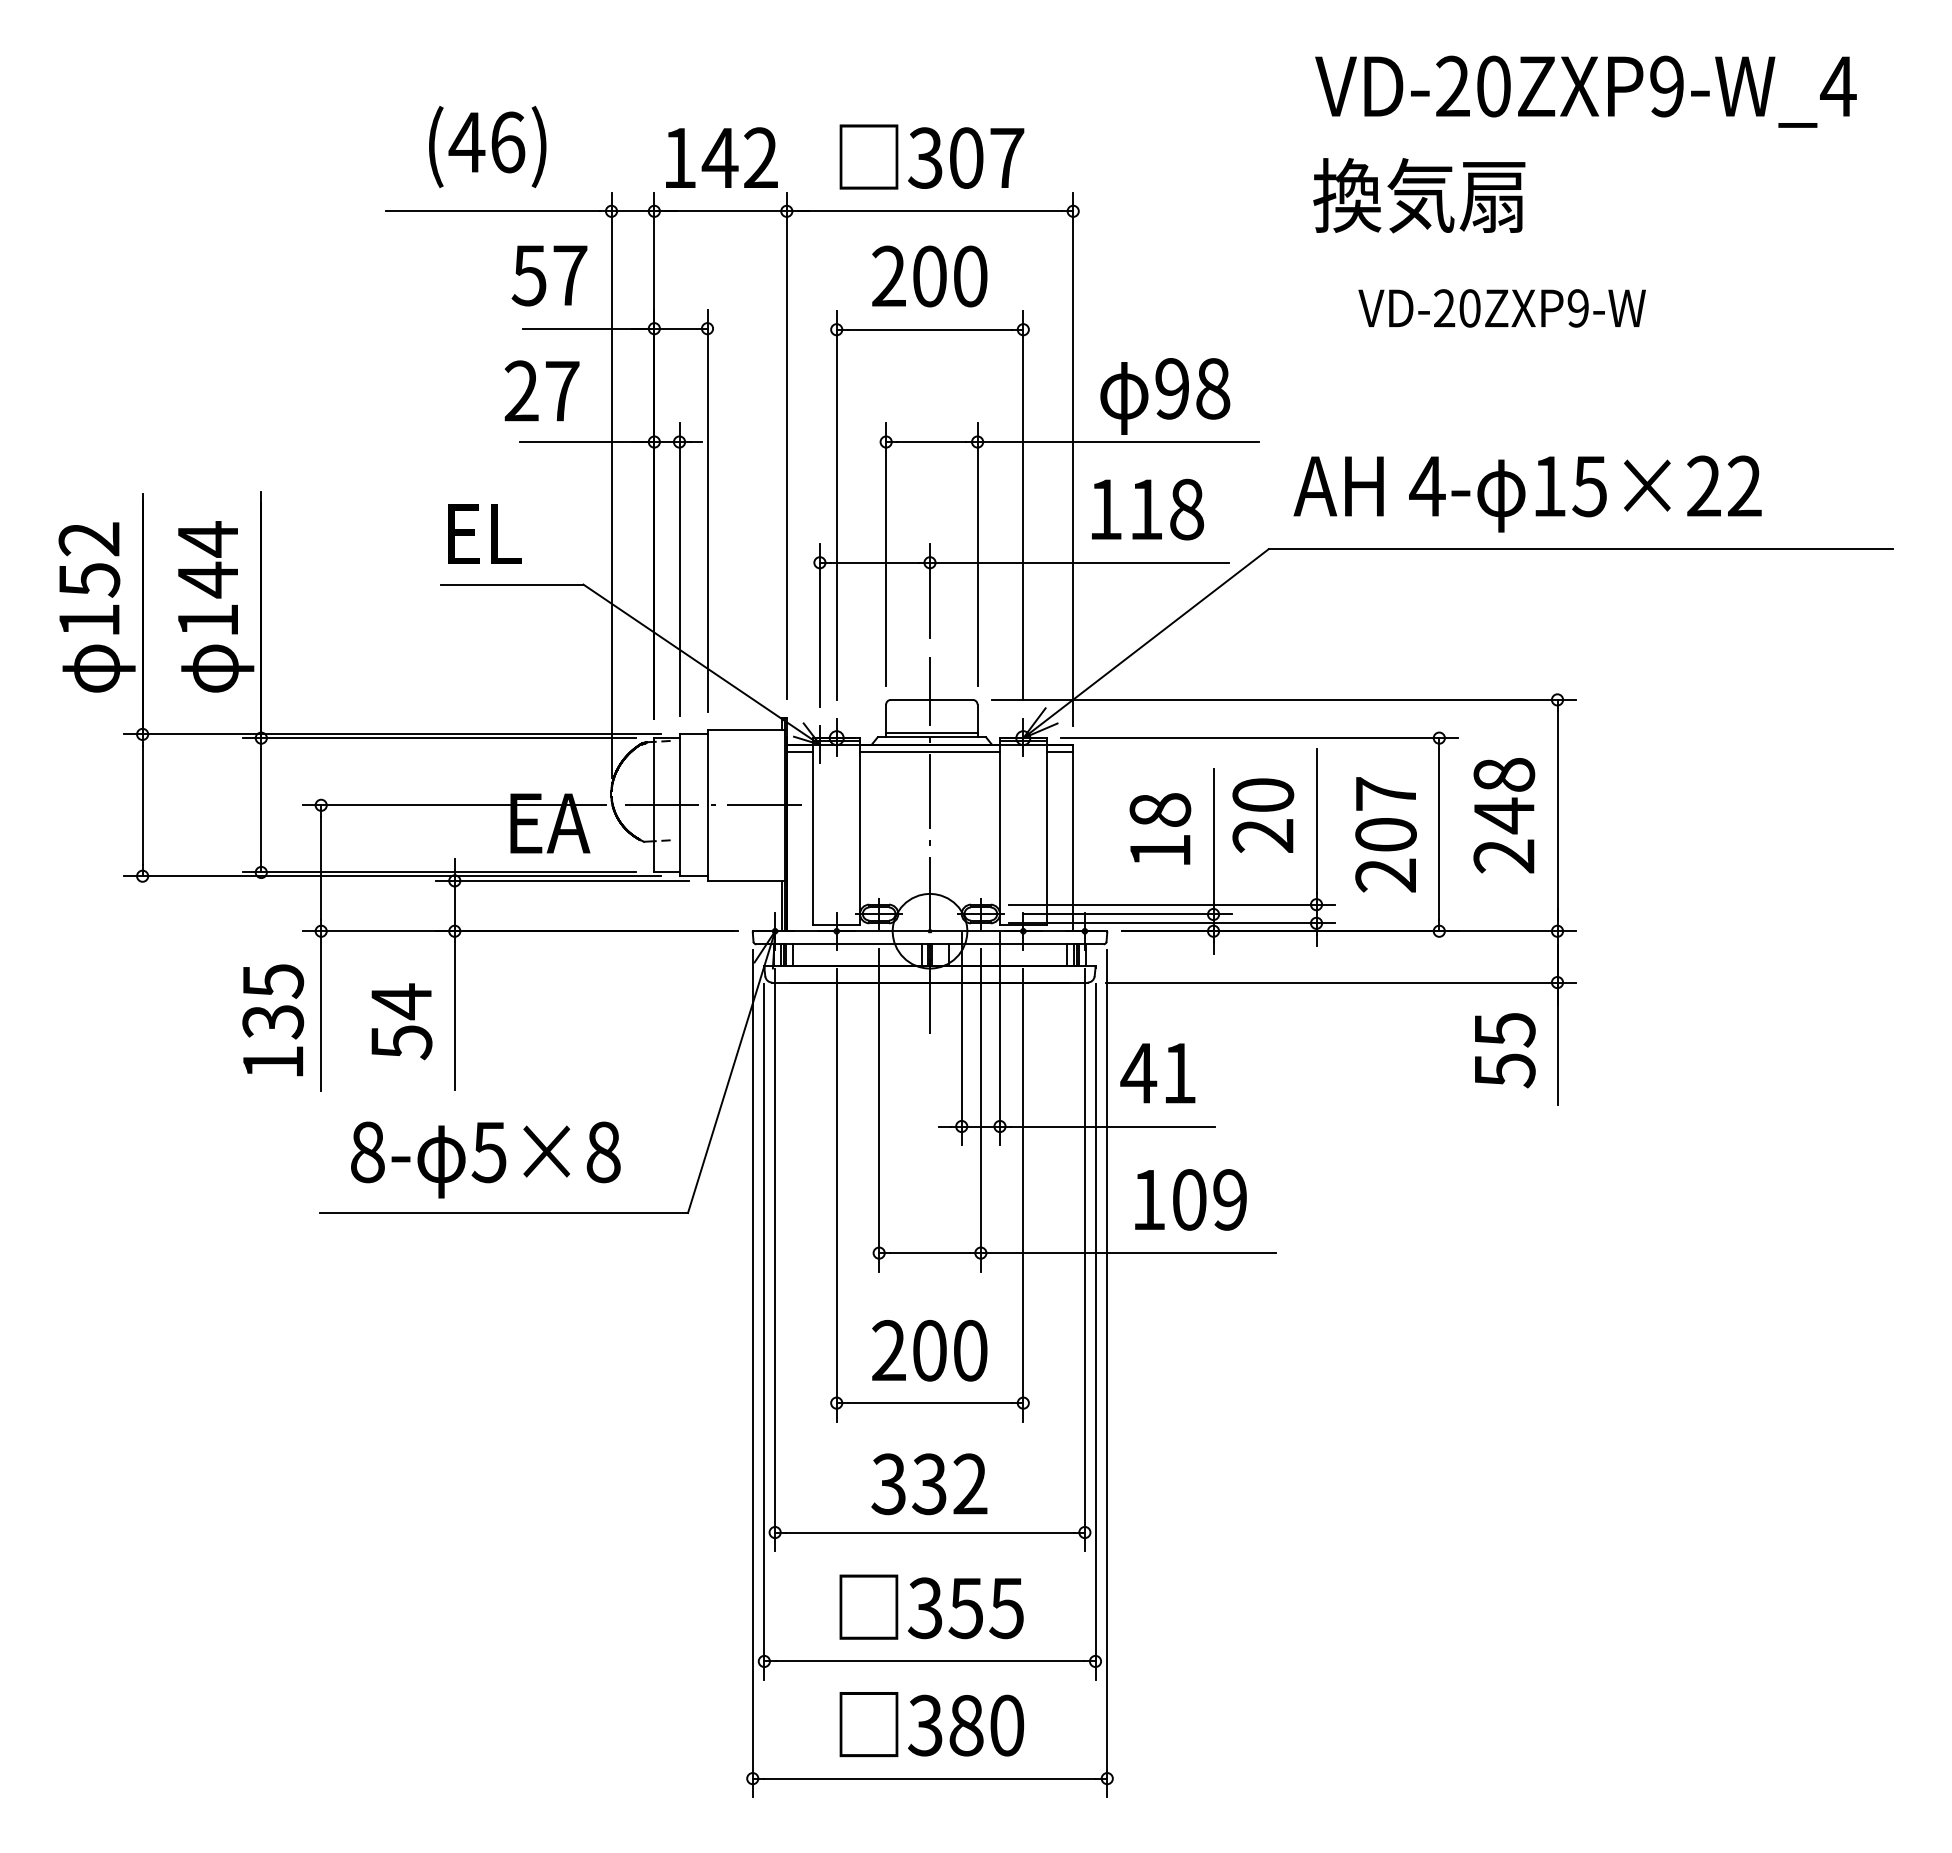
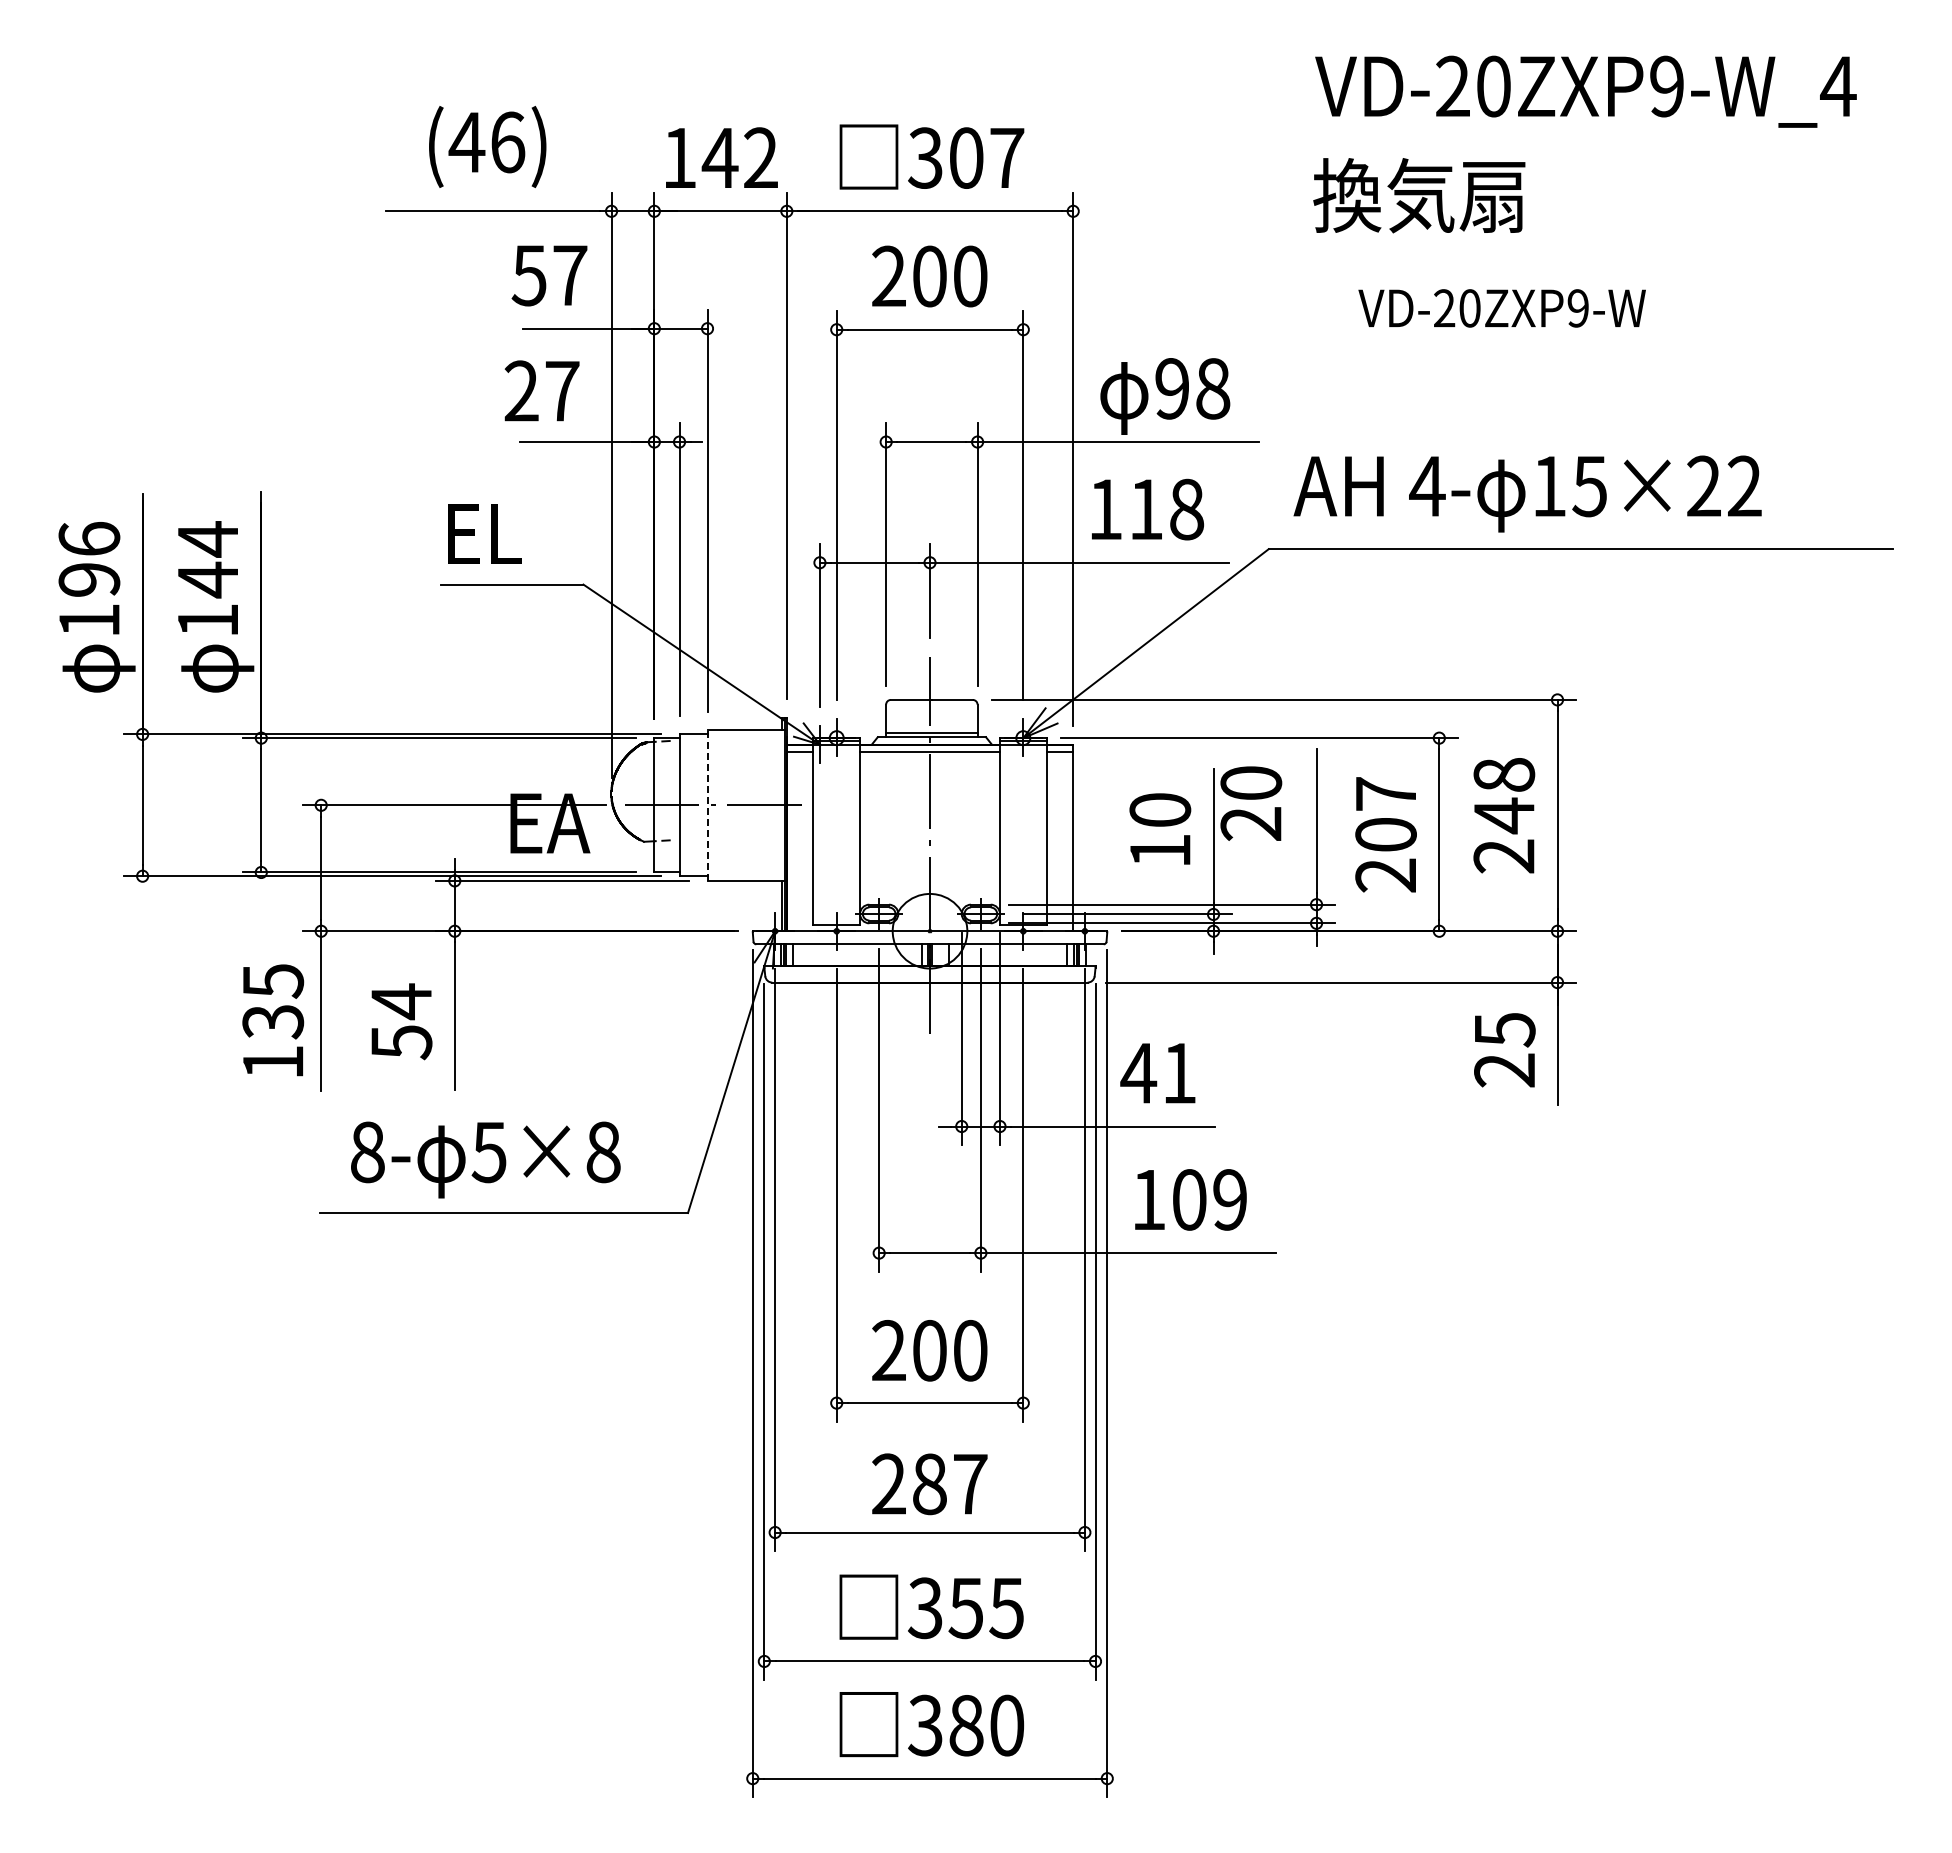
text at (89, 559): 152 -> 196
line at (707, 805): solid -> dashed
text at (1159, 809): 18 -> 10
text at (1263, 815) position: (1263, 815) -> (1251, 803)
text at (1504, 1070): 55 -> 25
text at (929, 1484): 332 -> 287
